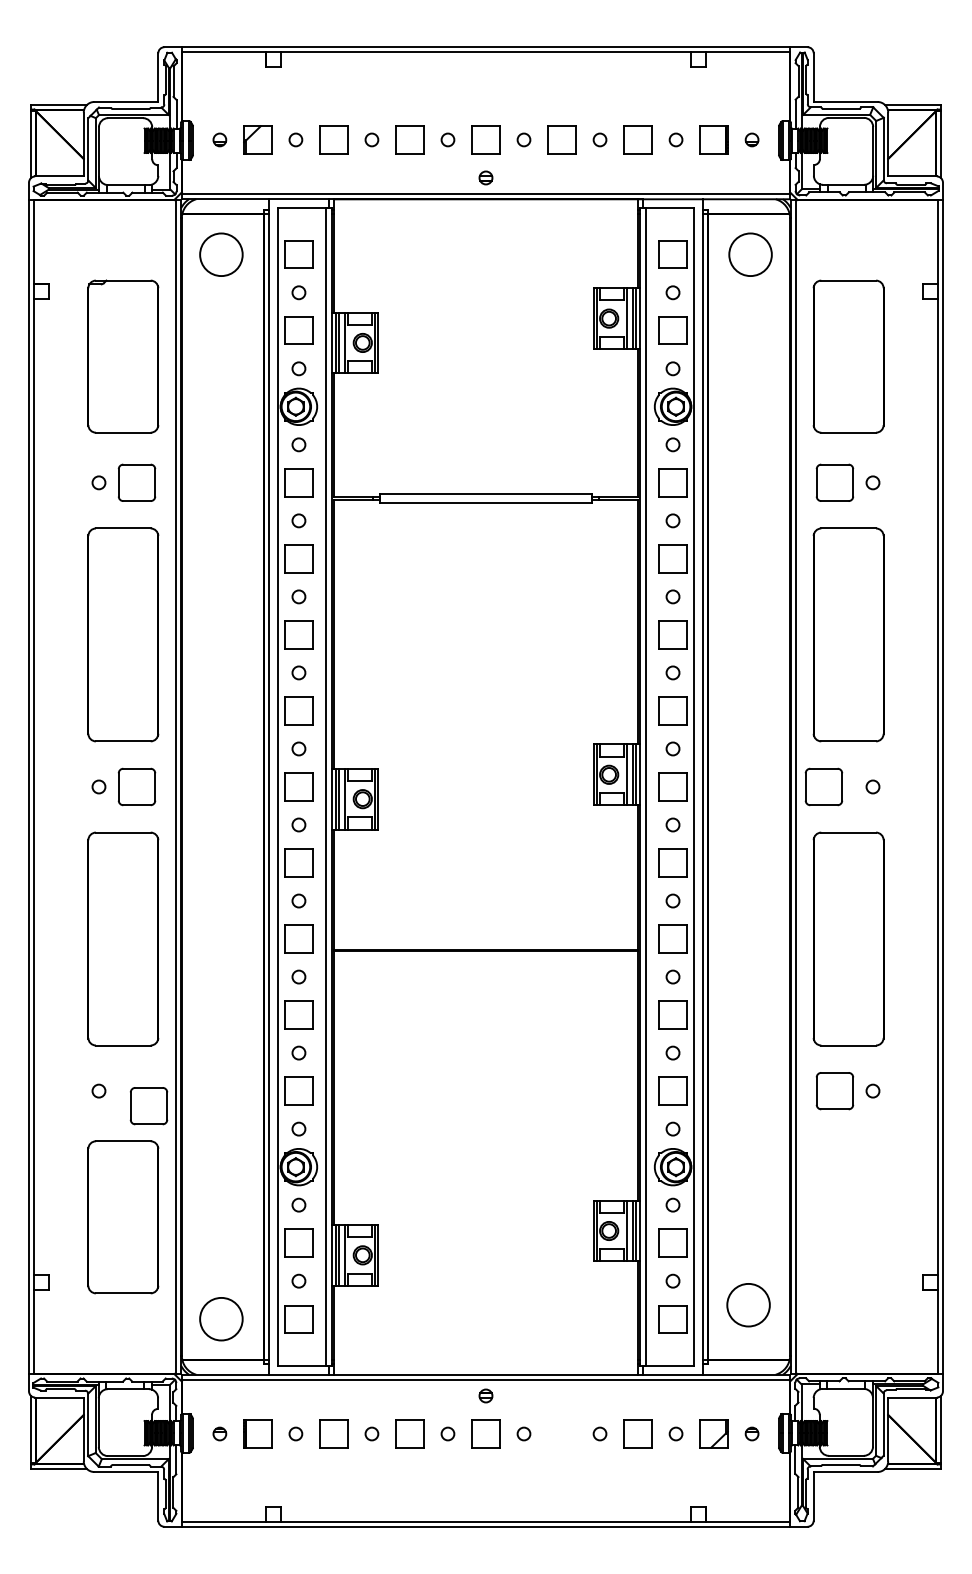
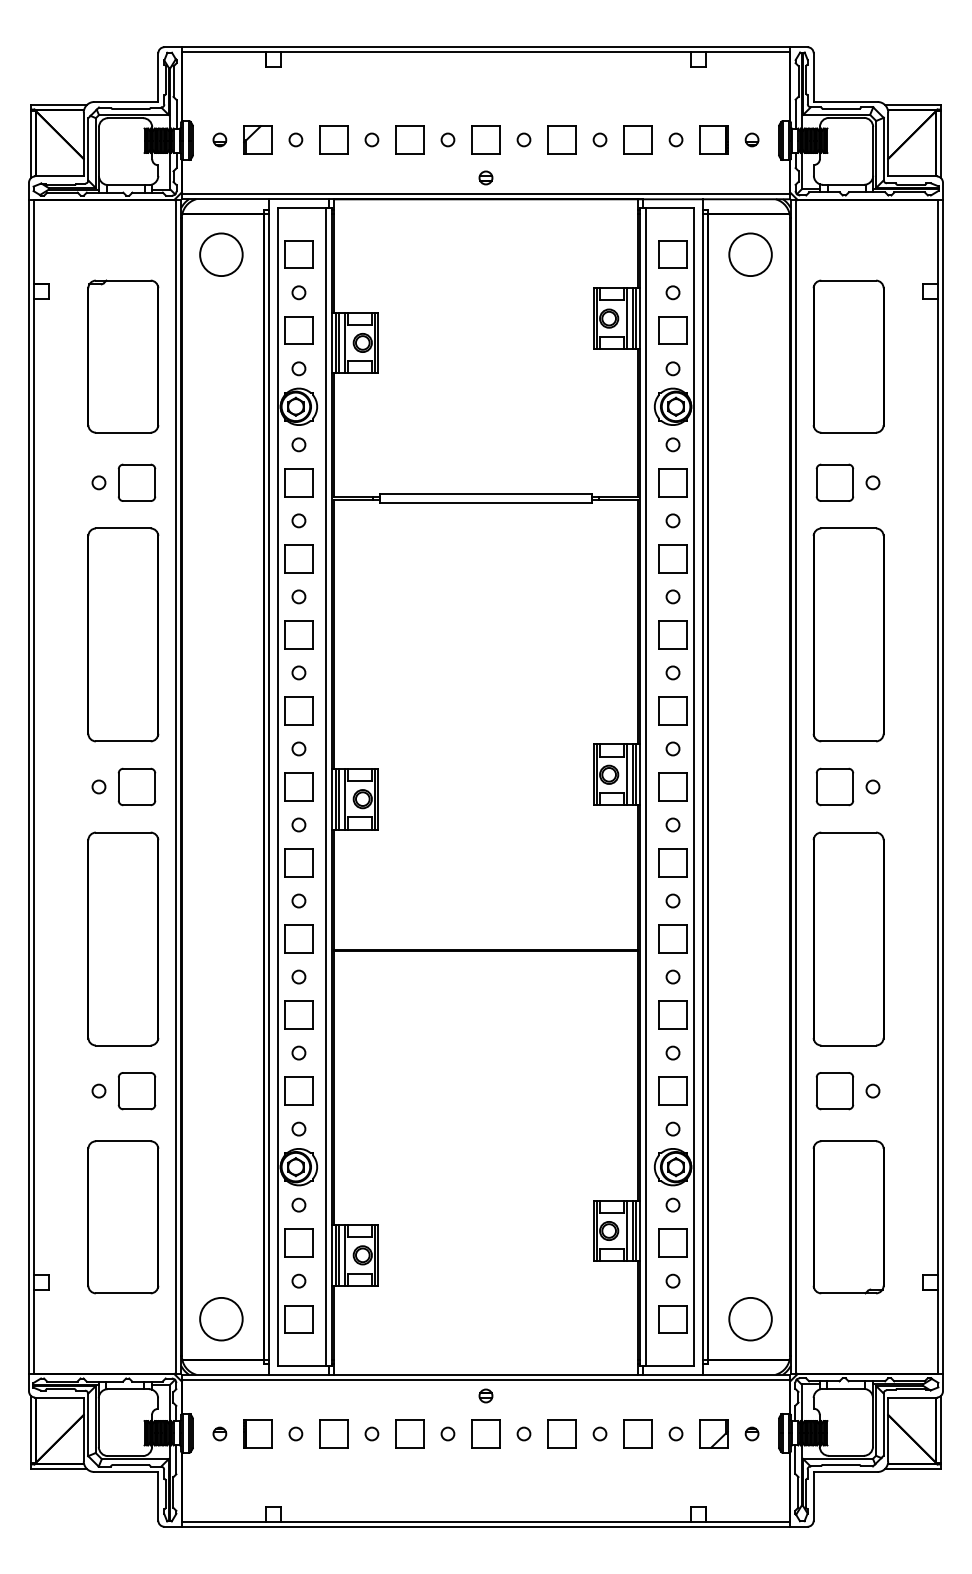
part at (823, 786) position: (823, 786) -> (834, 786)
part at (148, 1106) position: (148, 1106) -> (136, 1091)
part at (848, 1217): none -> present
circle at (748, 1305) position: (748, 1305) -> (750, 1319)
part at (561, 1433): none -> present
